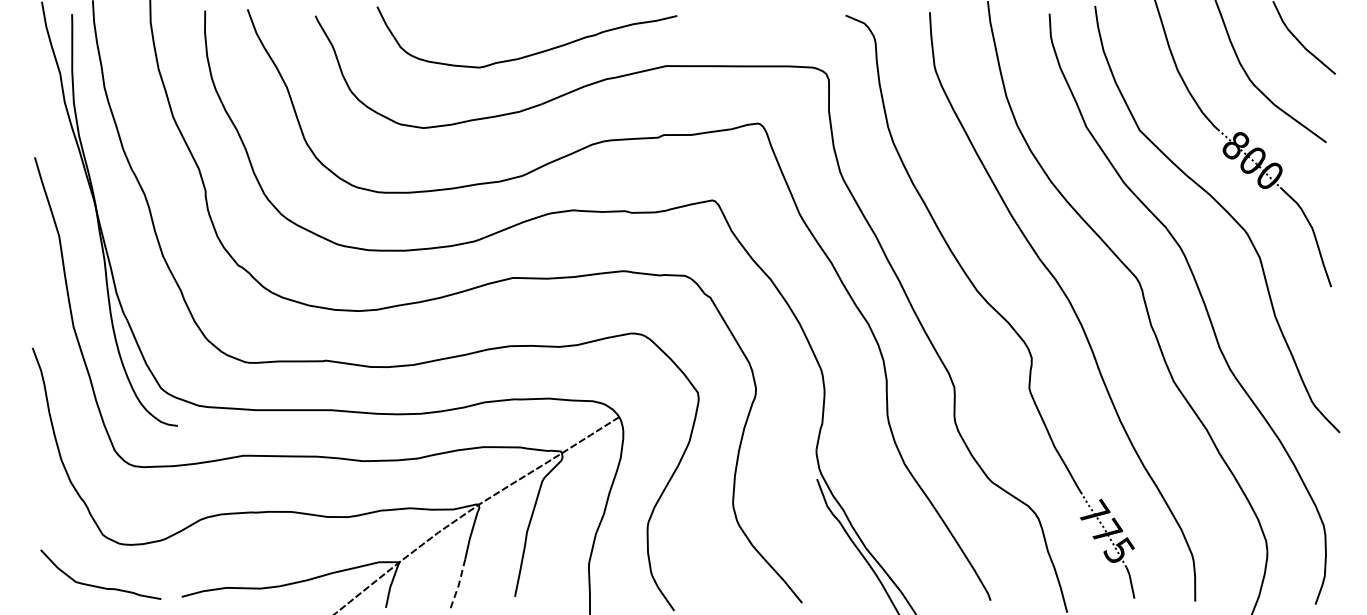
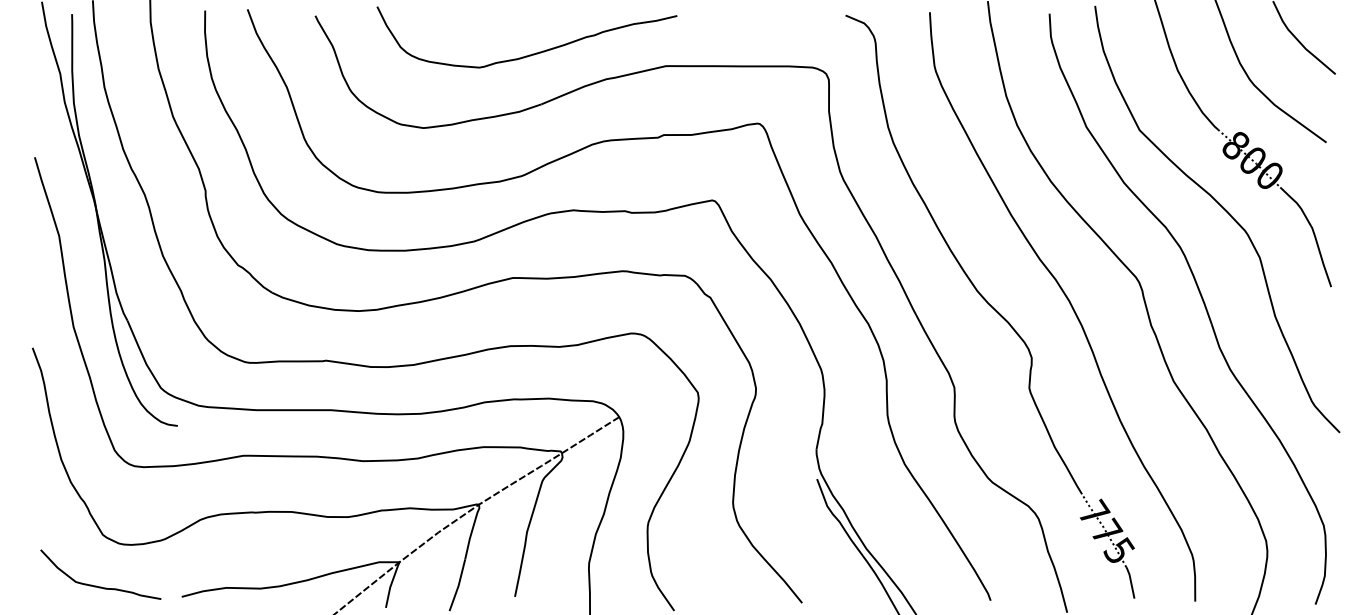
line at (458, 585): dashed -> solid
